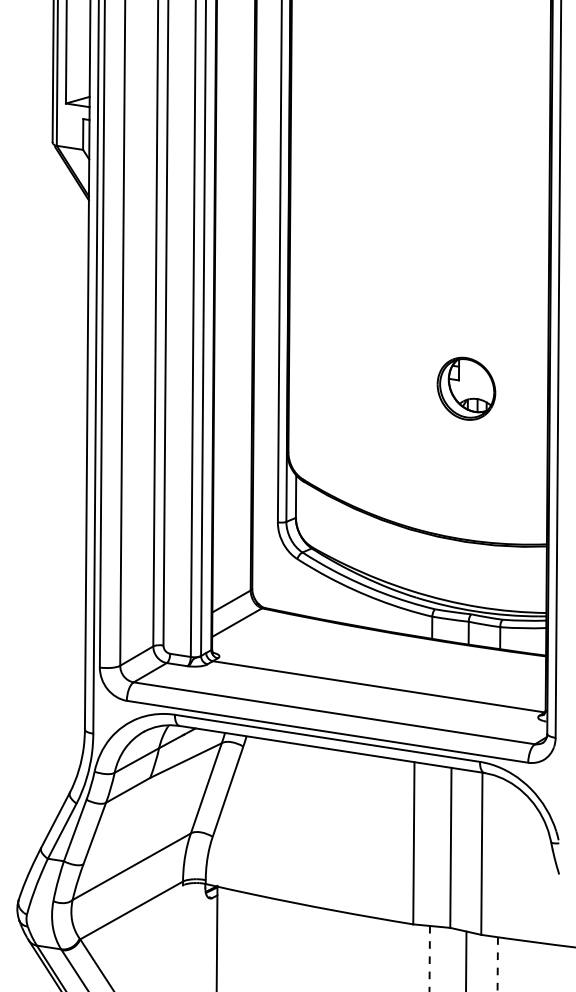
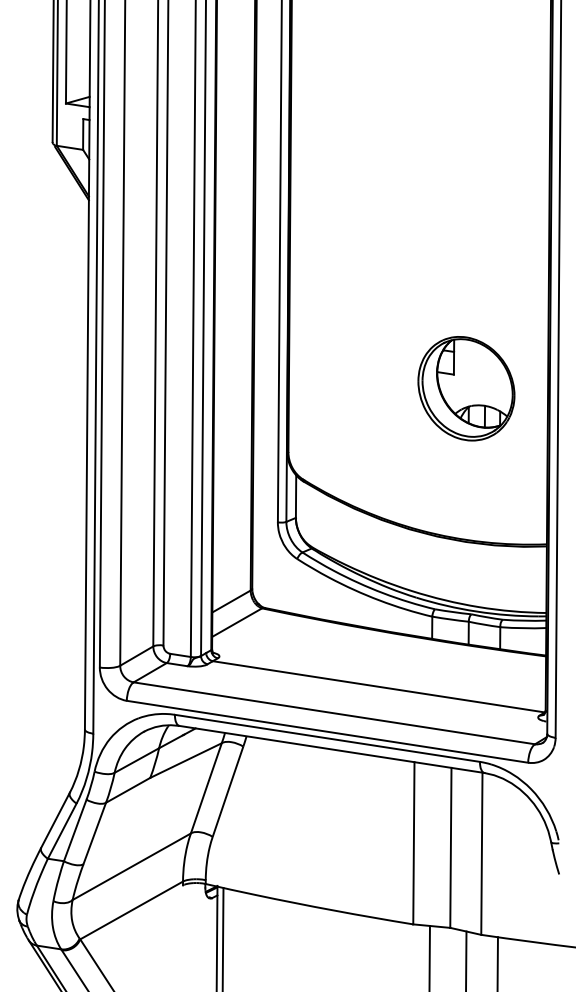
part at (466, 388) size: 61x65 px -> 99x106 px
line at (222, 937): none -> present
line at (429, 958): dashed -> solid
line at (497, 964): dashed -> solid
